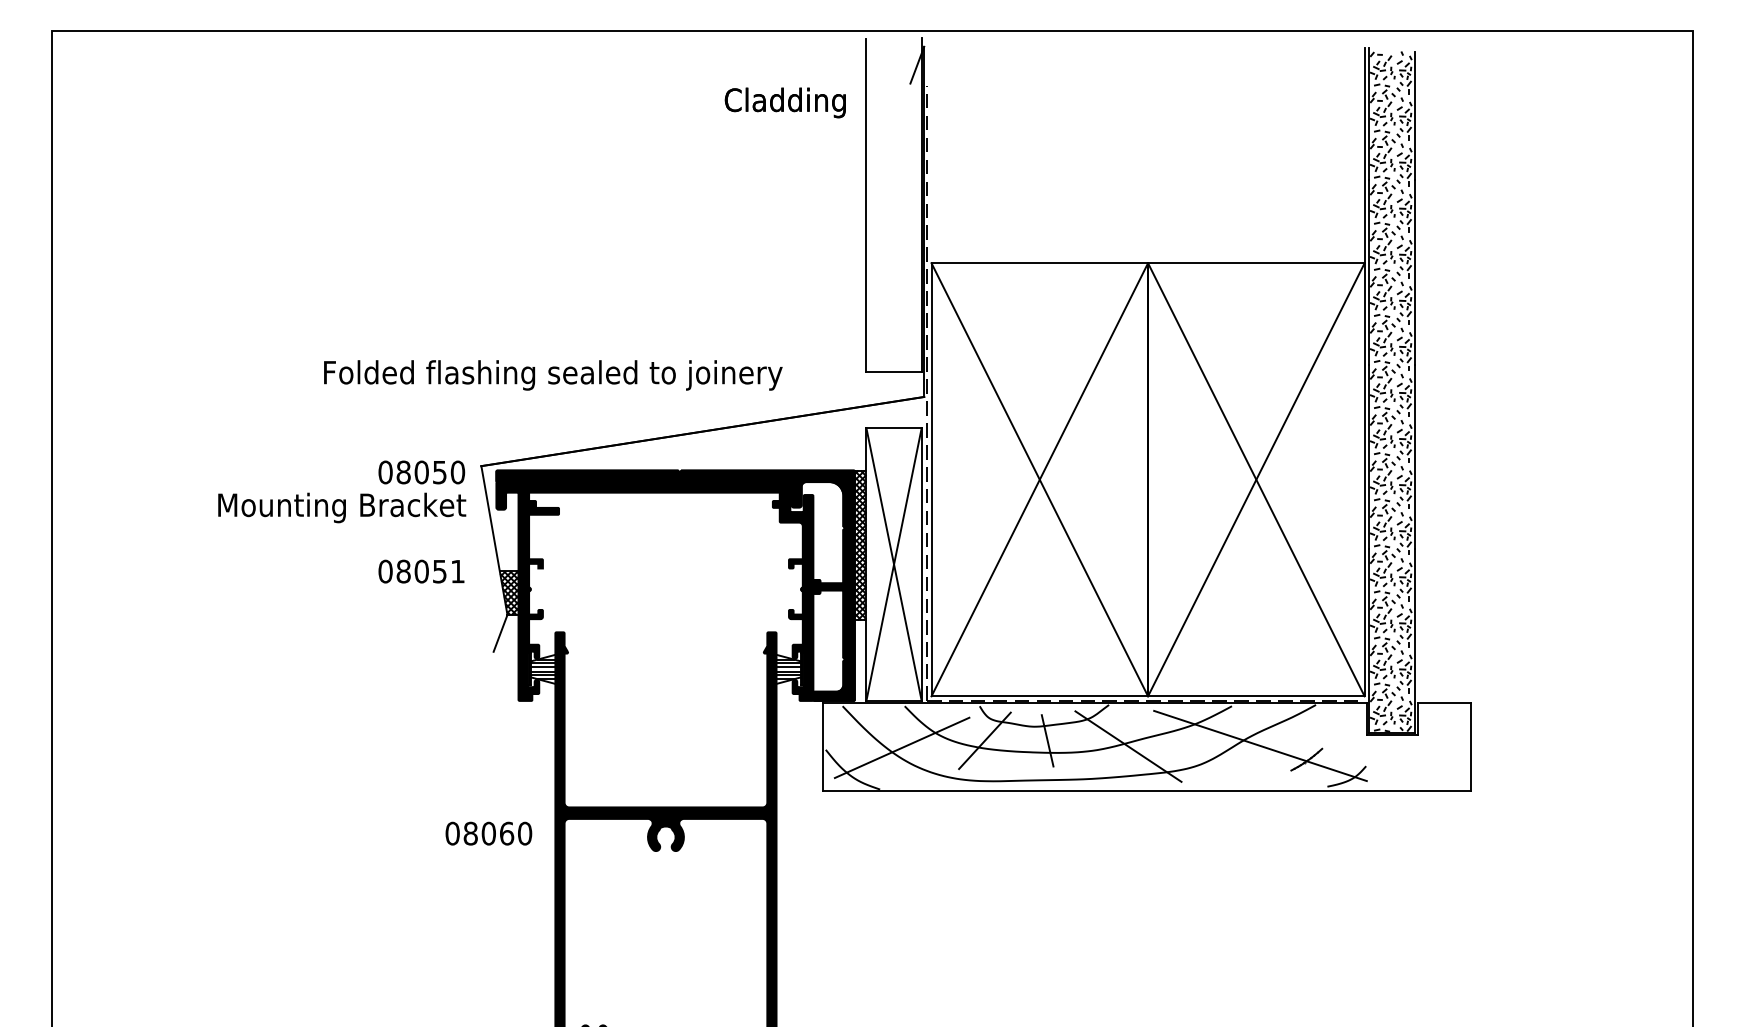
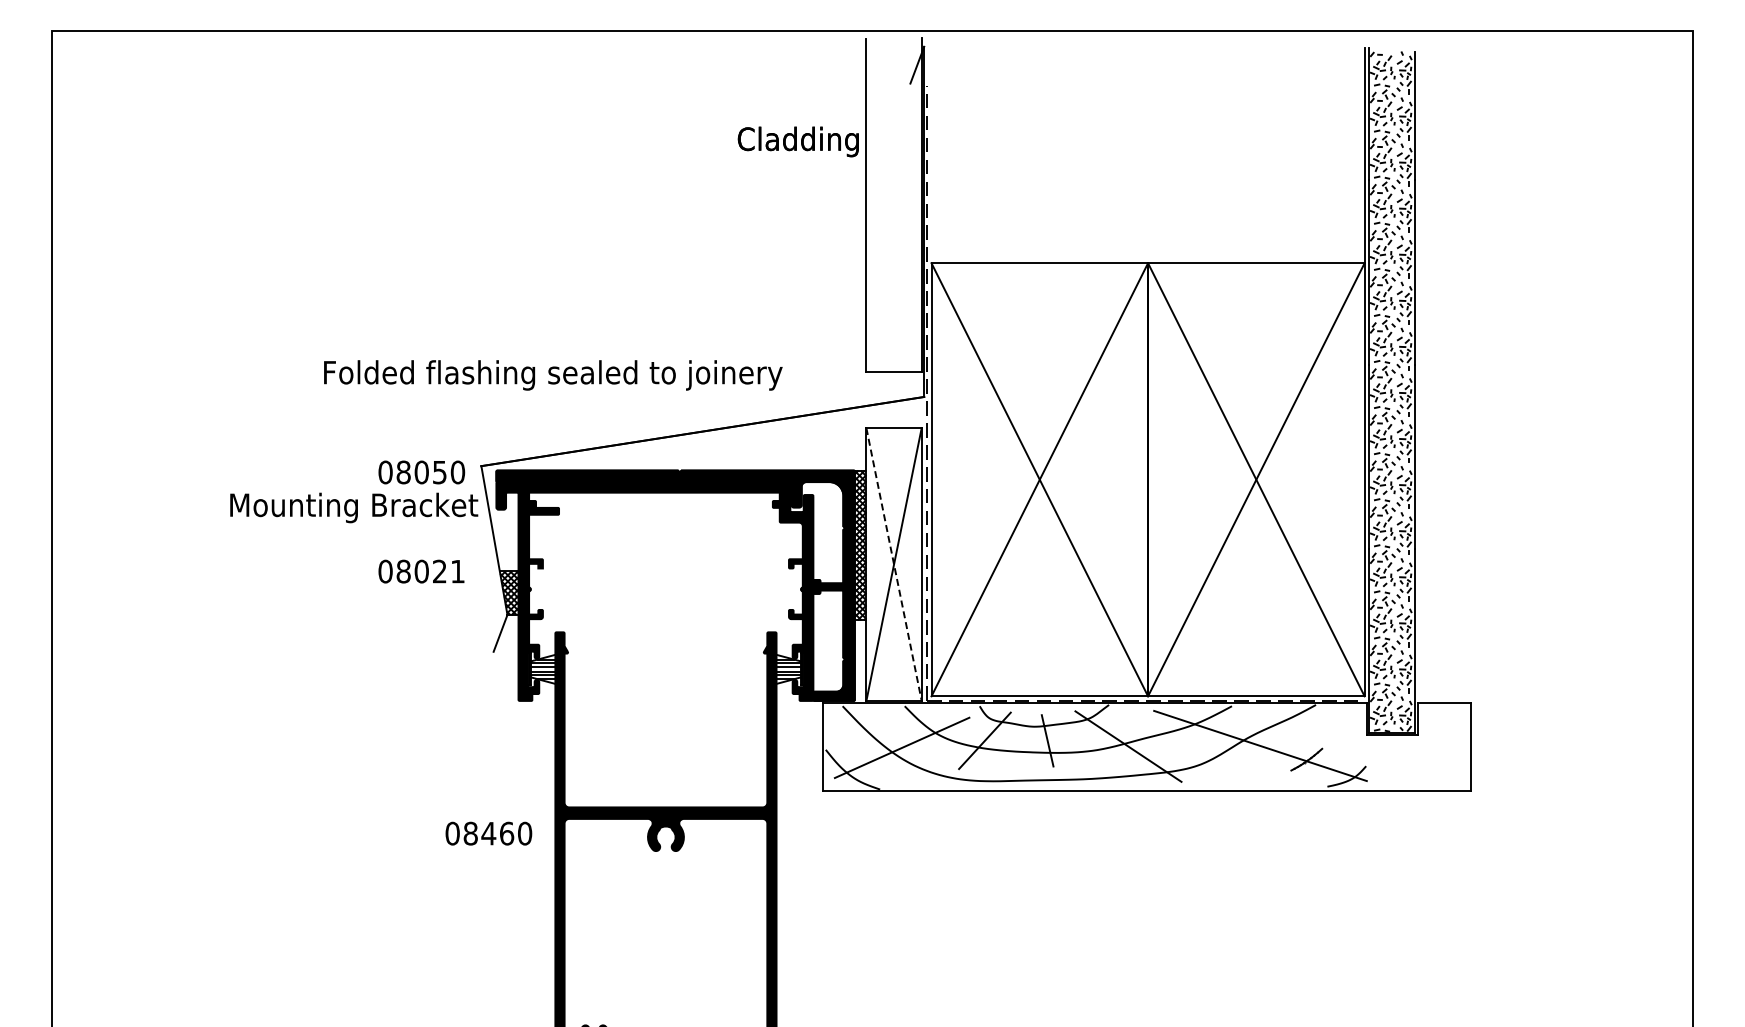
text at (784, 102) position: (784, 102) -> (797, 141)
text at (342, 507) position: (342, 507) -> (354, 507)
line at (894, 565): solid -> dashed
text at (439, 571): 08051 -> 08021
text at (488, 833): 08060 -> 08460
